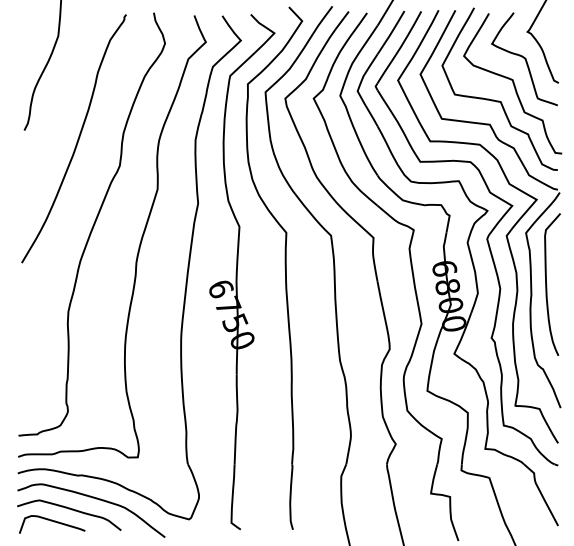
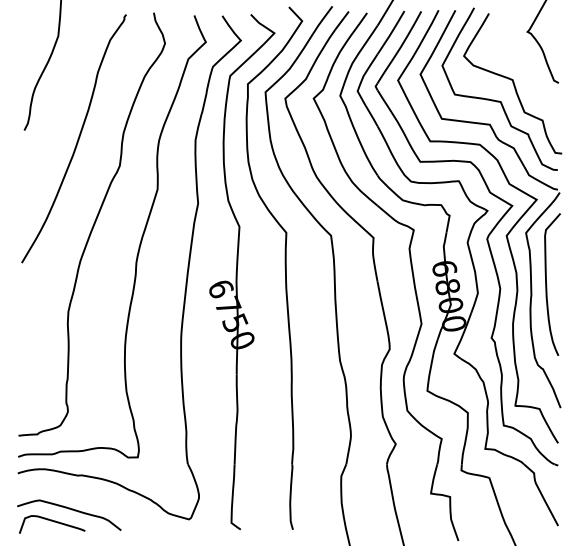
curve at (524, 59): present -> none
curve at (92, 498): present -> none
